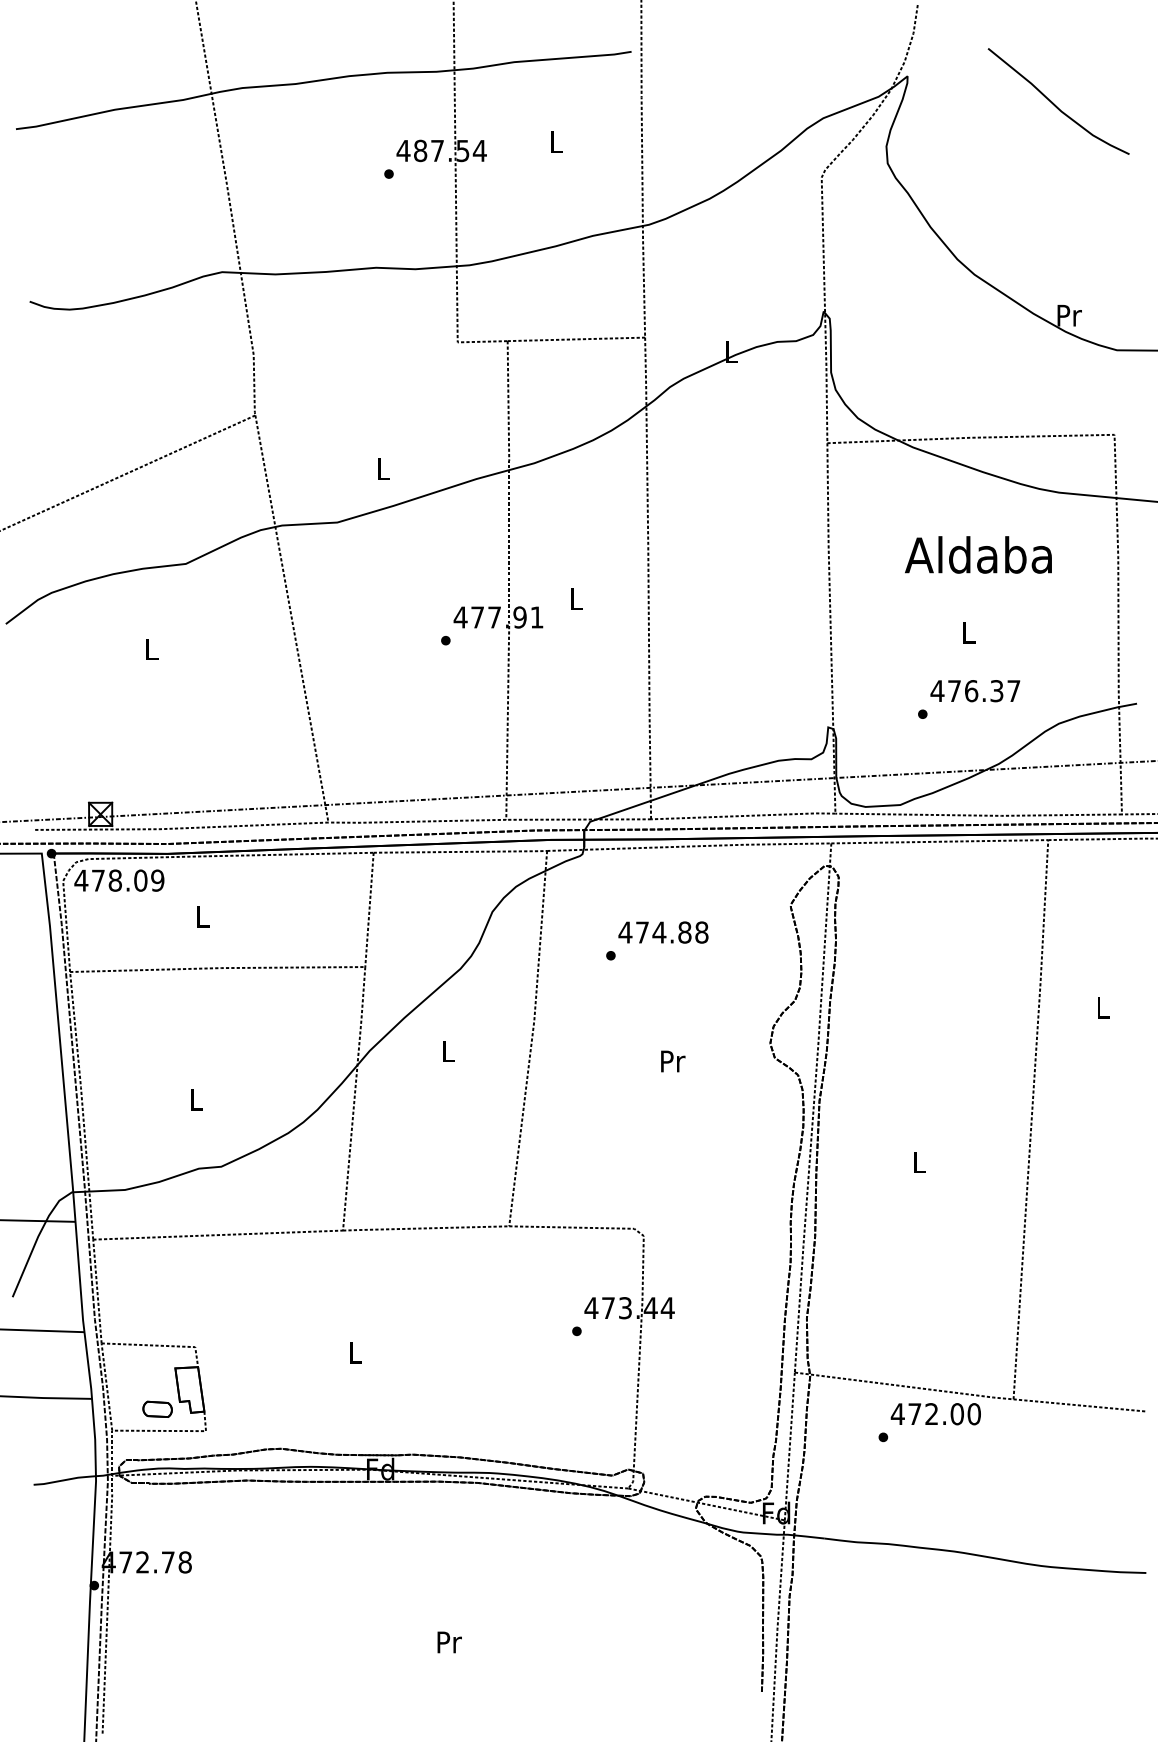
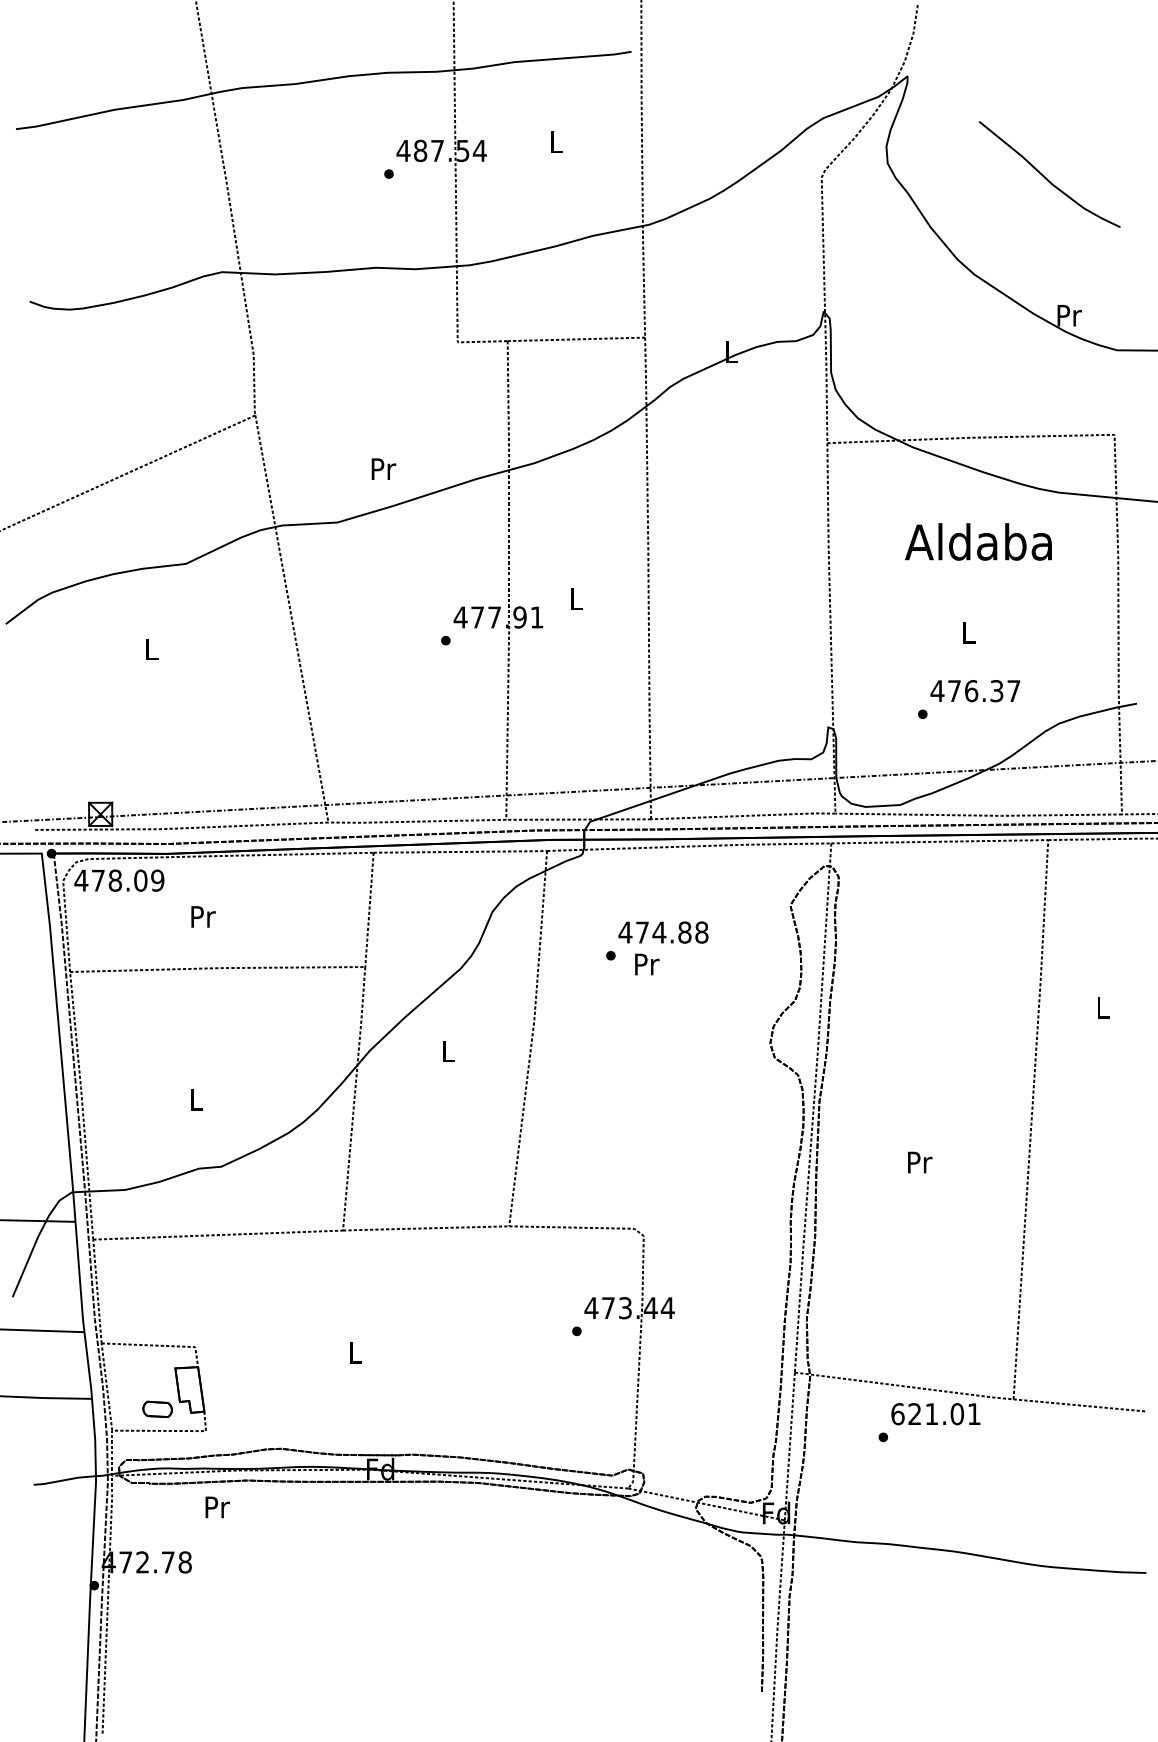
curve at (1055, 104) position: (1055, 104) -> (1046, 177)
text at (383, 468): L -> Pr
text at (978, 554) position: (978, 554) -> (978, 541)
text at (203, 916): L -> Pr
text at (673, 1061) position: (673, 1061) -> (647, 964)
text at (920, 1162): L -> Pr
text at (935, 1414): 472.00 -> 621.01
text at (449, 1642) position: (449, 1642) -> (217, 1507)
